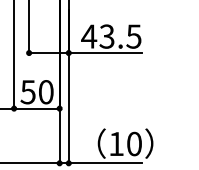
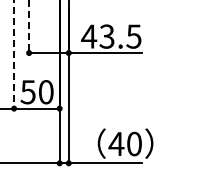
line at (29, 27): solid -> dashed
line at (14, 55): solid -> dashed
text at (116, 143): 10 -> 40
